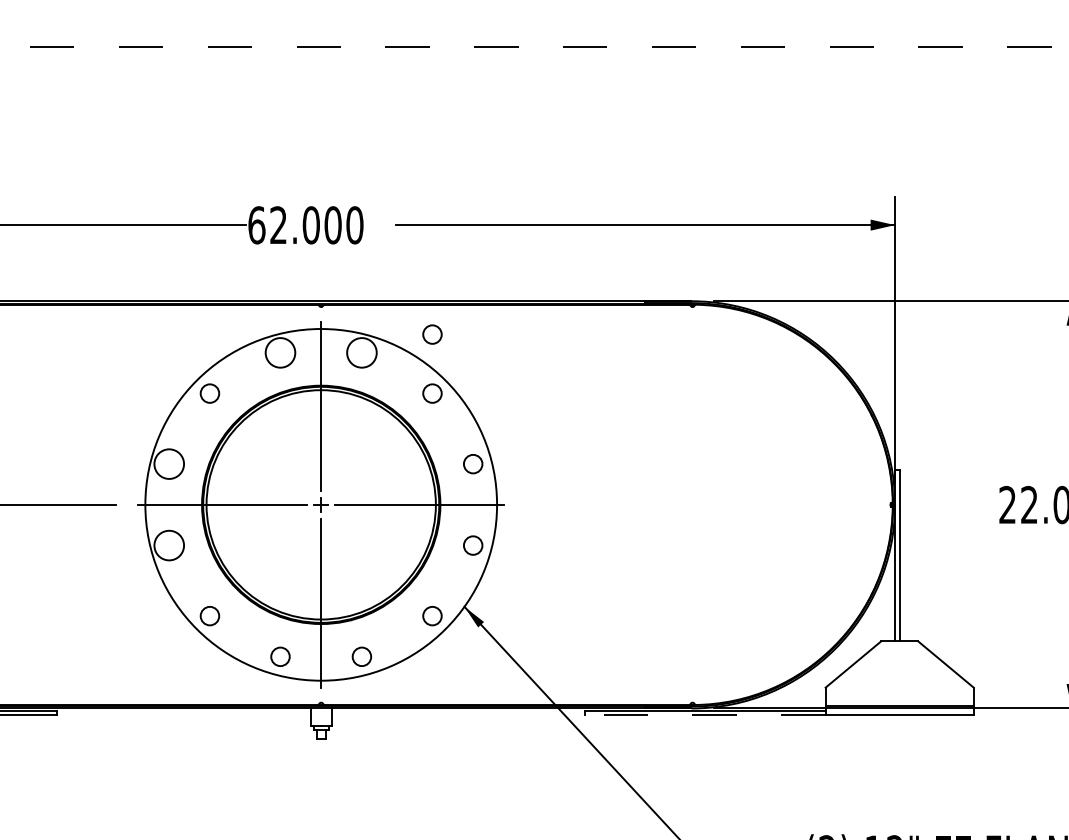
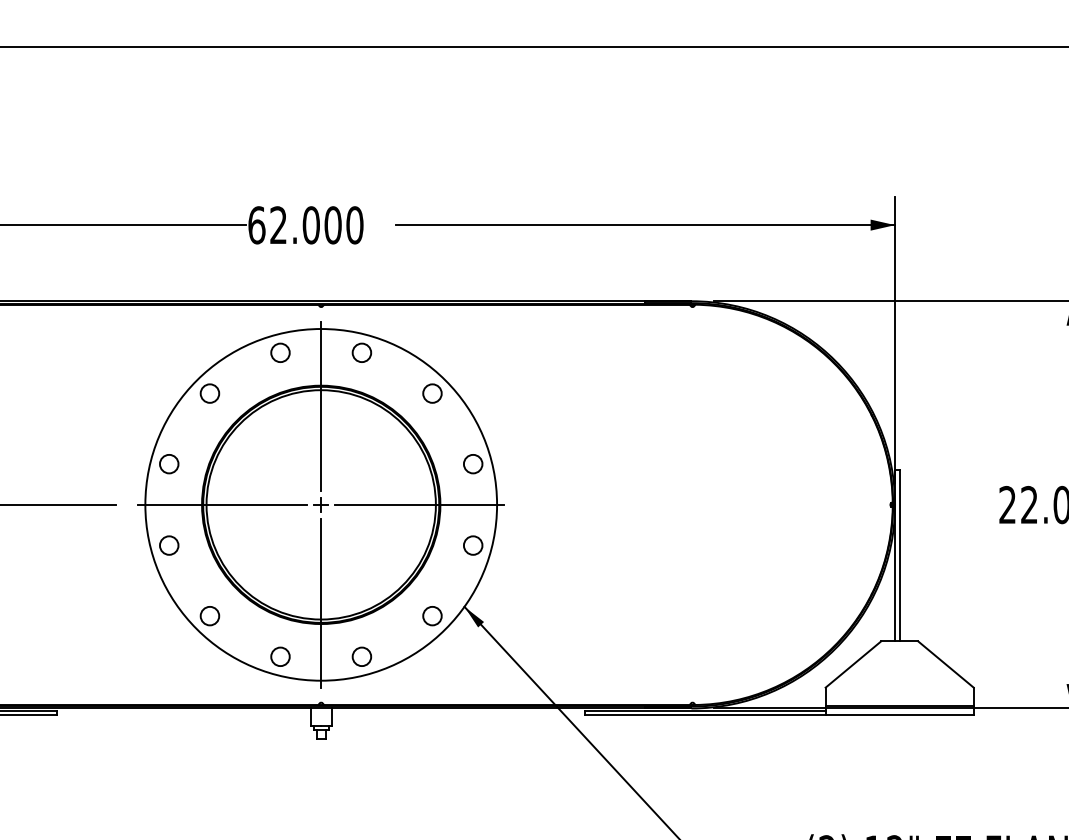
line at (534, 47): dashed -> solid
circle at (432, 334): present -> none
circle at (280, 352) diameter: 30 px -> 19 px
circle at (361, 352) diameter: 30 px -> 19 px
circle at (169, 463) diameter: 30 px -> 19 px
circle at (169, 545) diameter: 30 px -> 19 px
line at (704, 715): dashed -> solid
